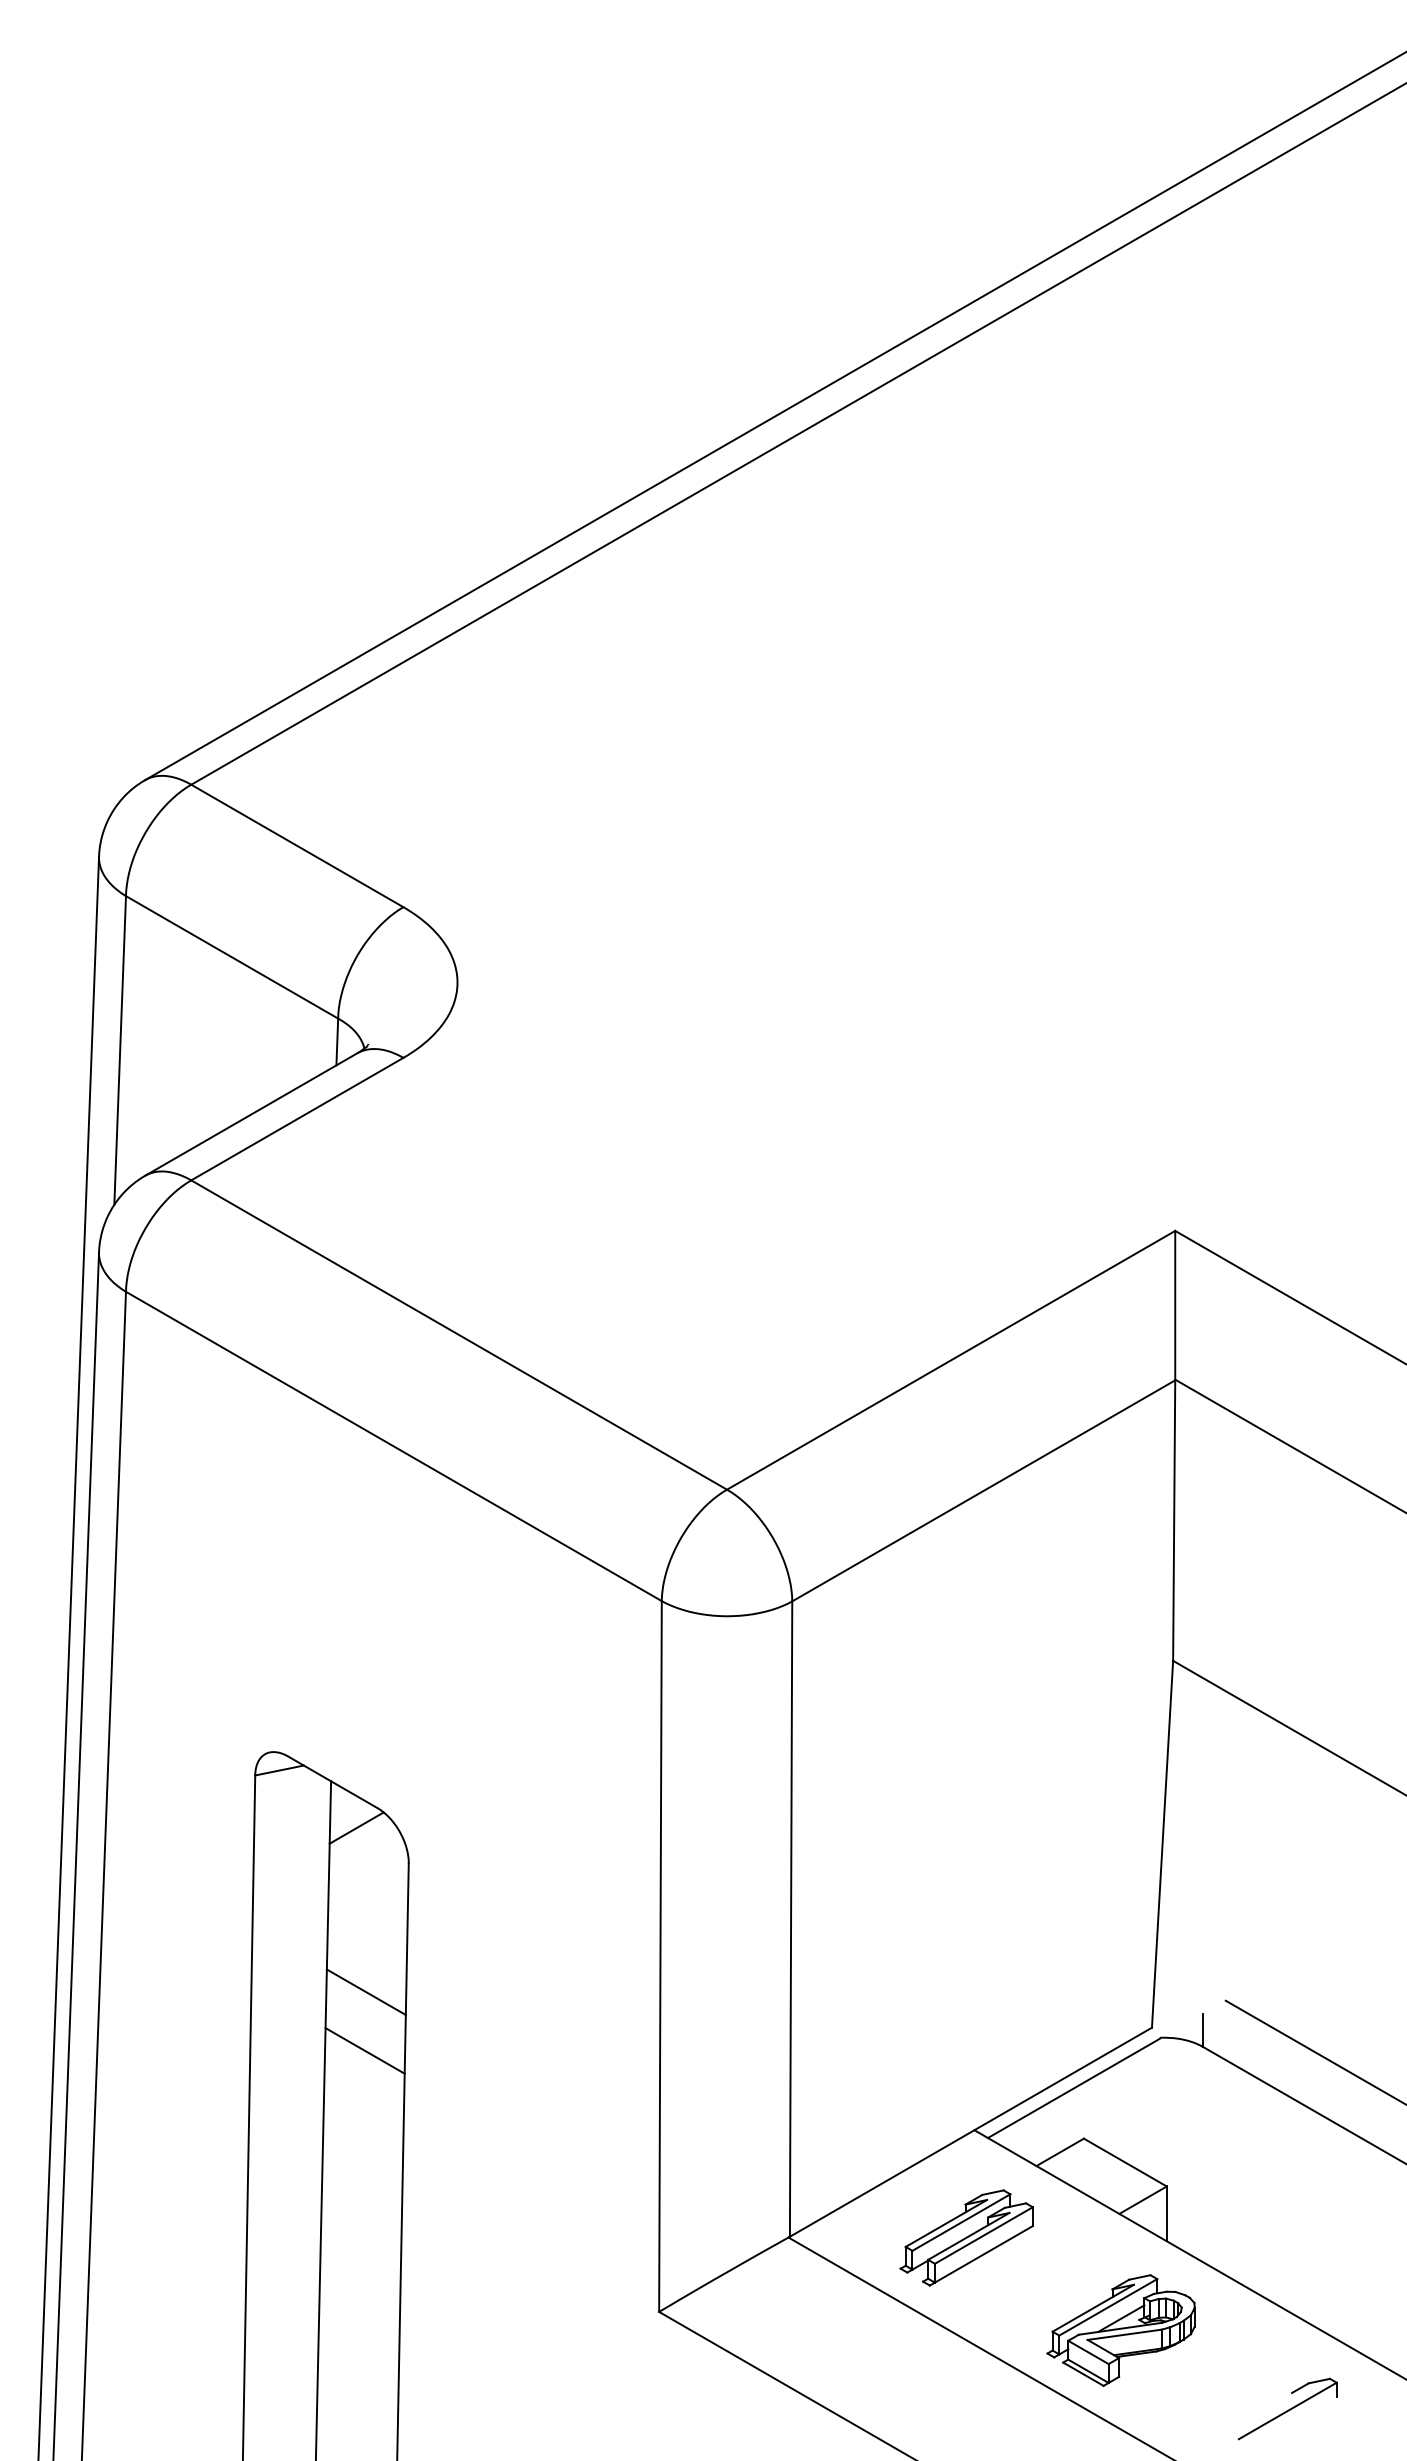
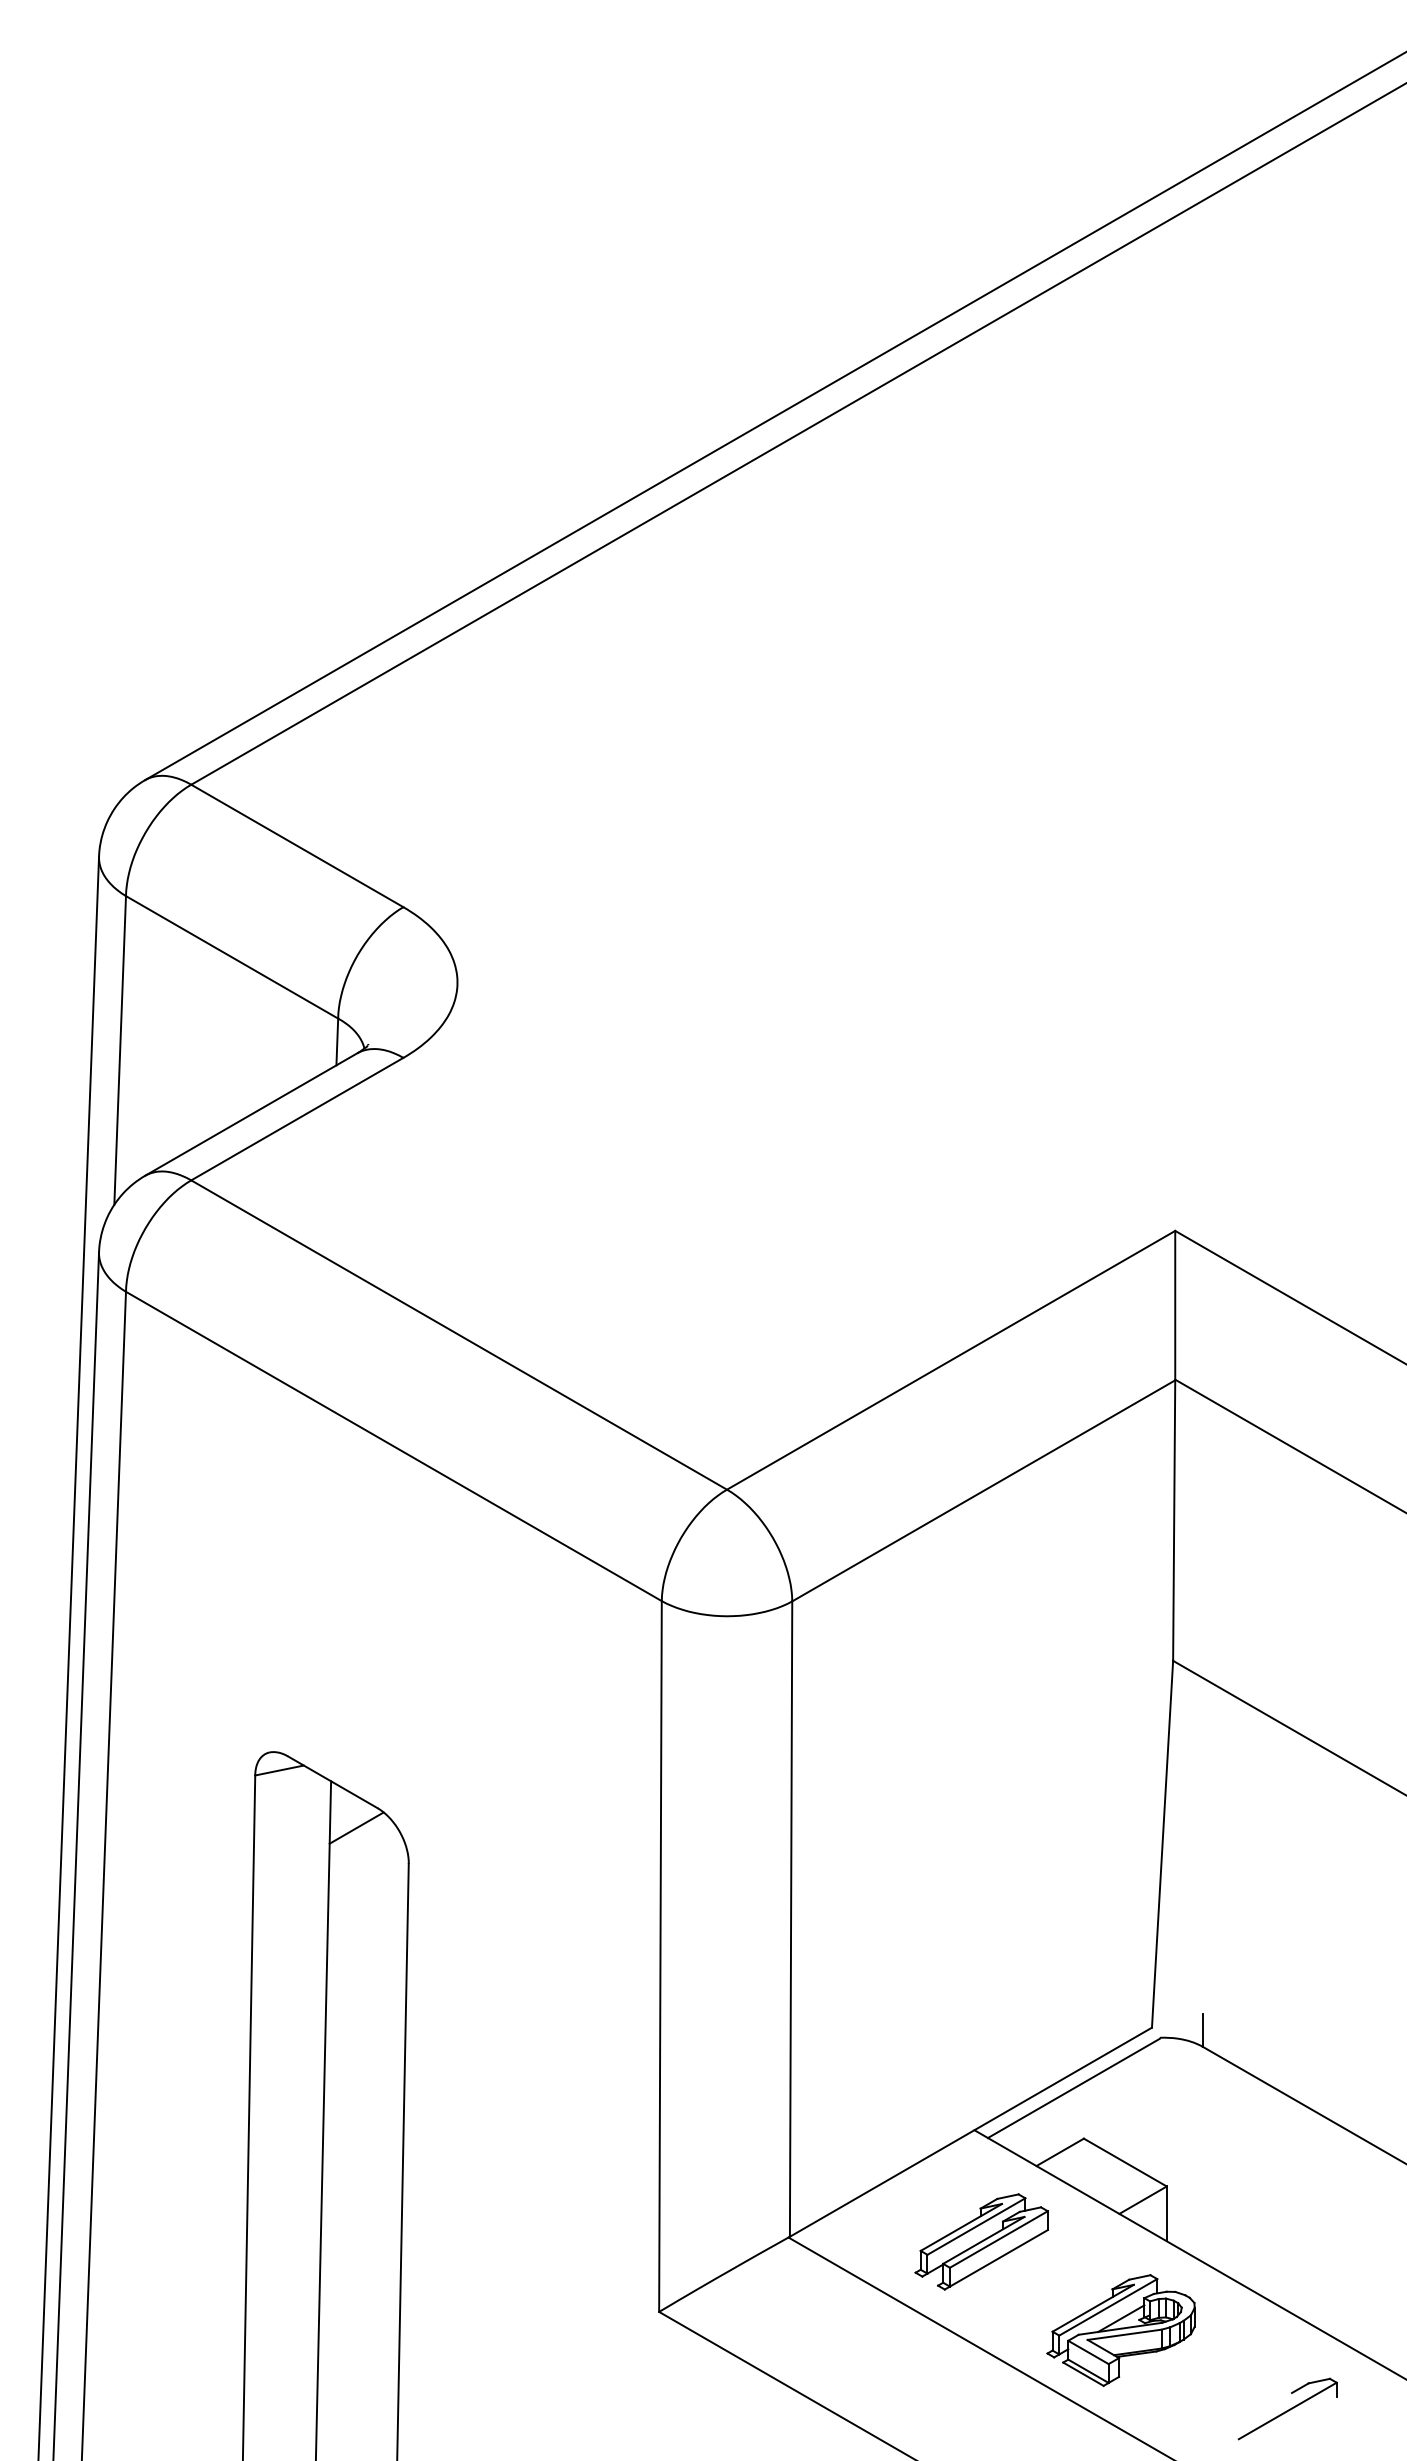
line at (365, 1991): present -> none
line at (364, 2050): present -> none
line at (1314, 2051): present -> none
part at (966, 2237) position: (966, 2237) -> (981, 2241)
